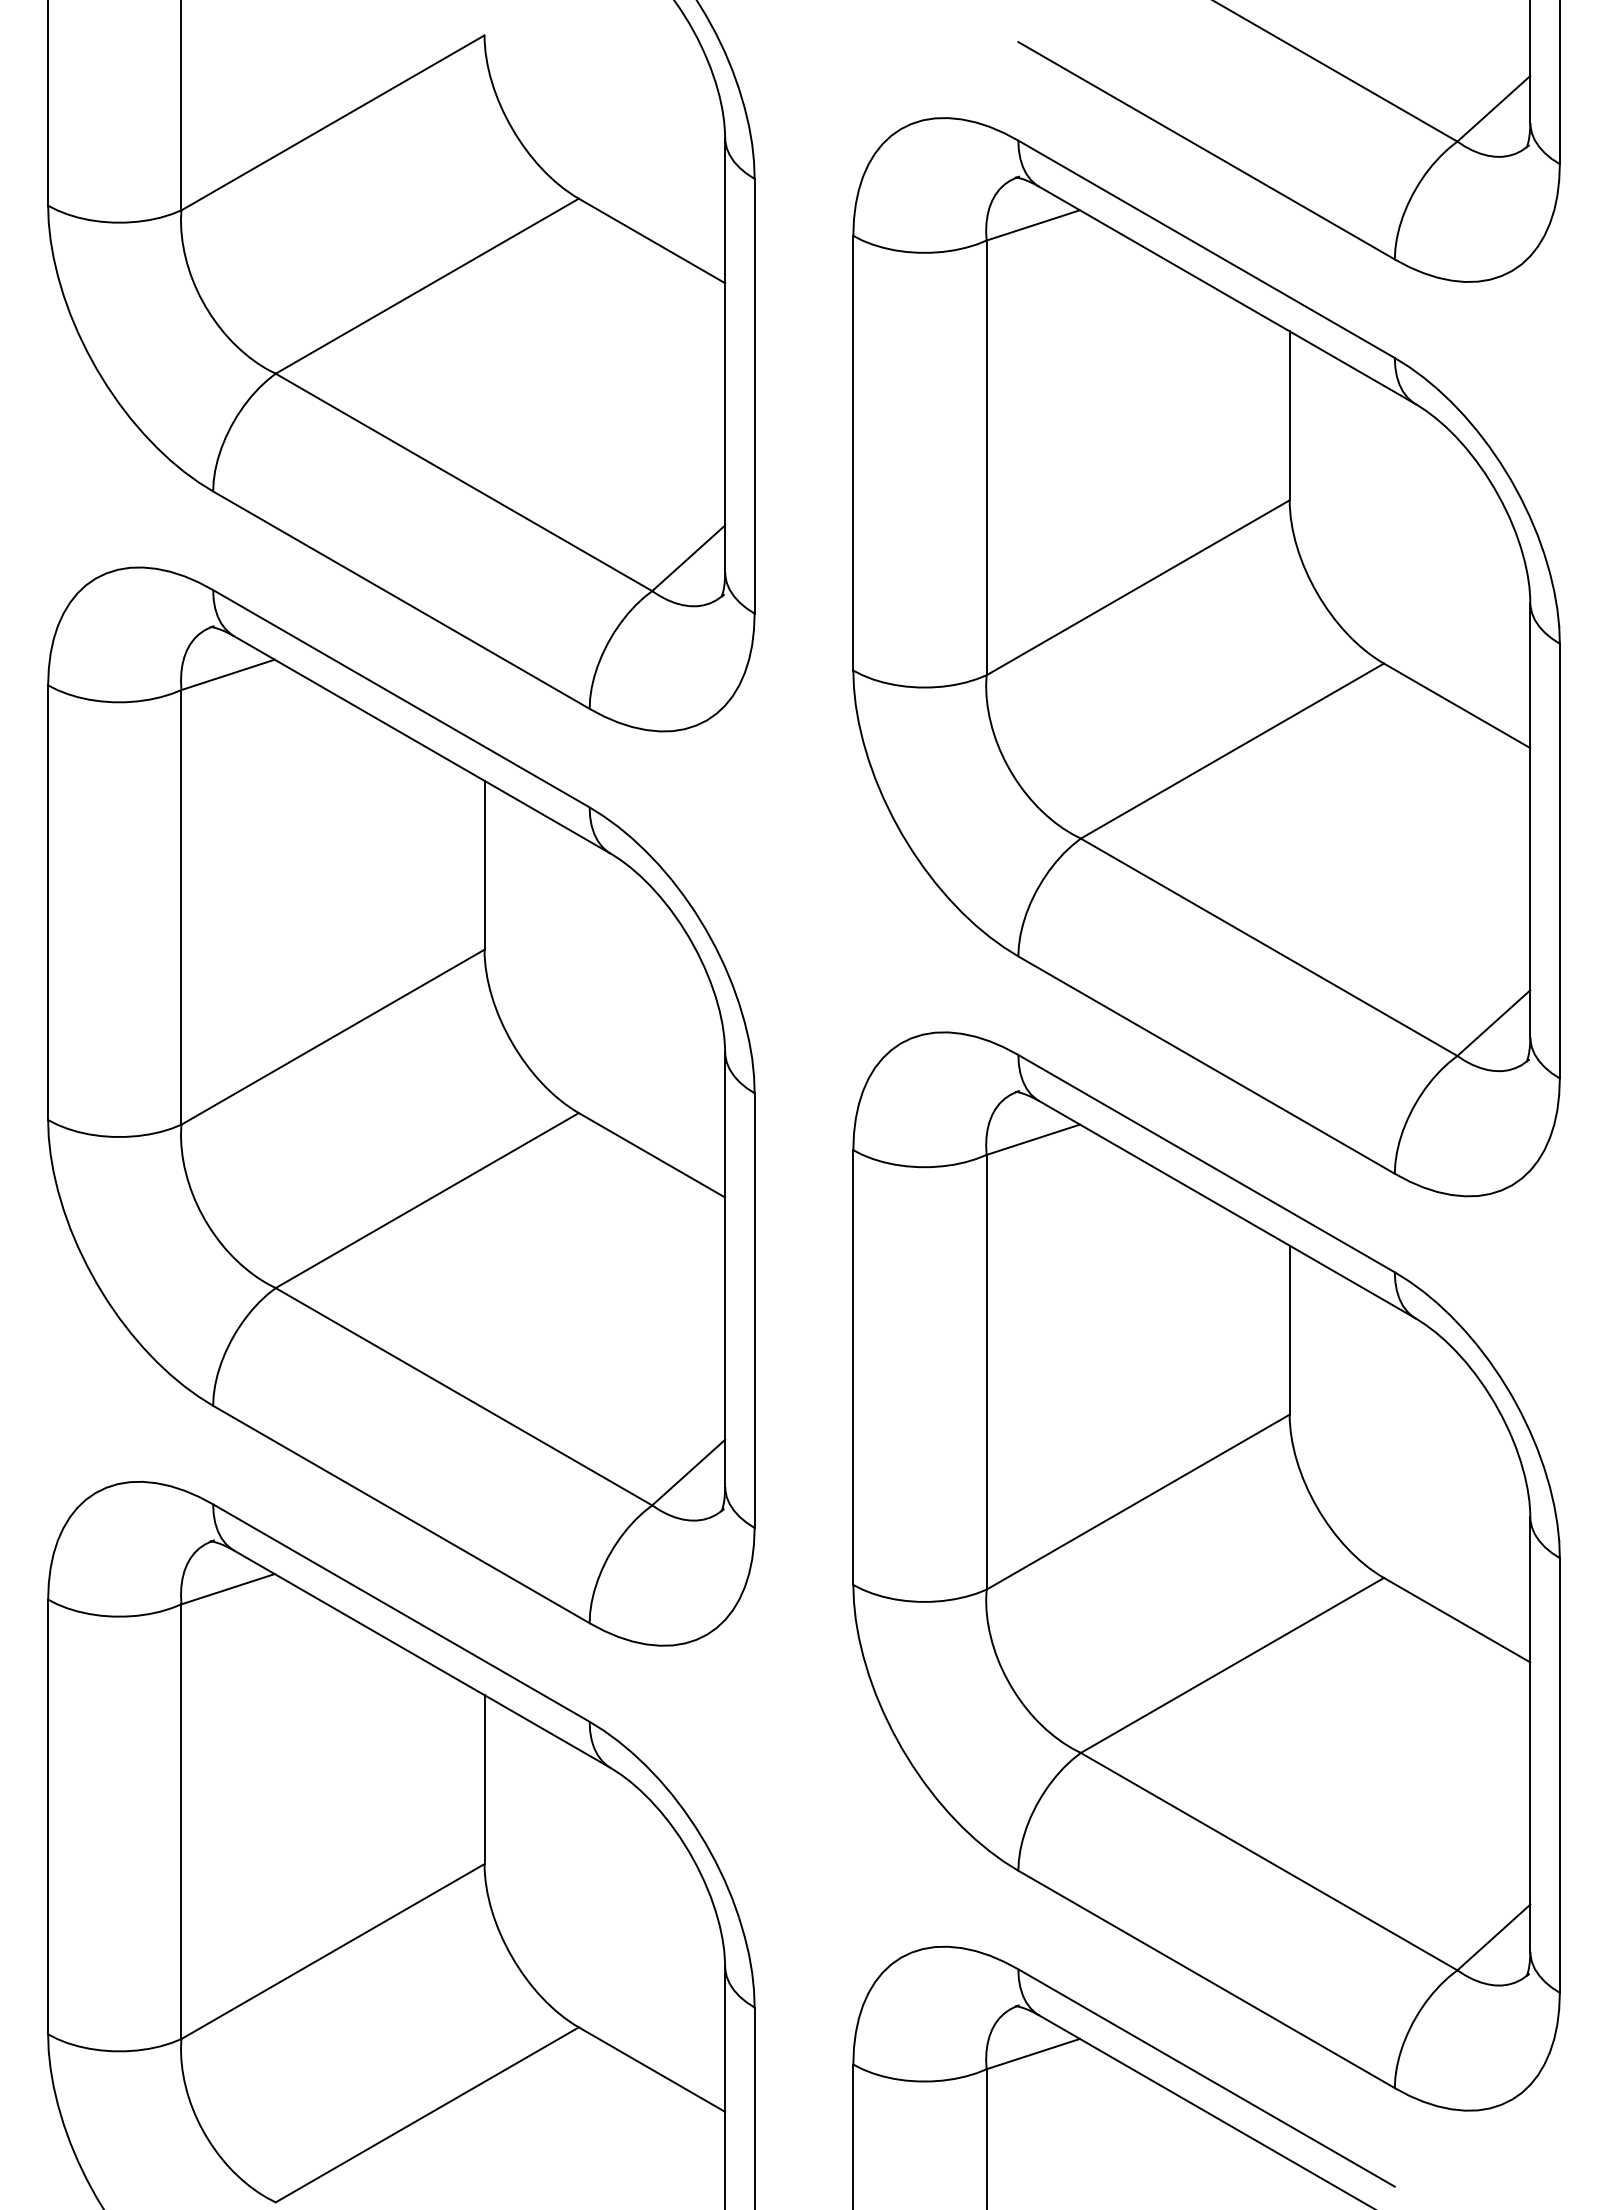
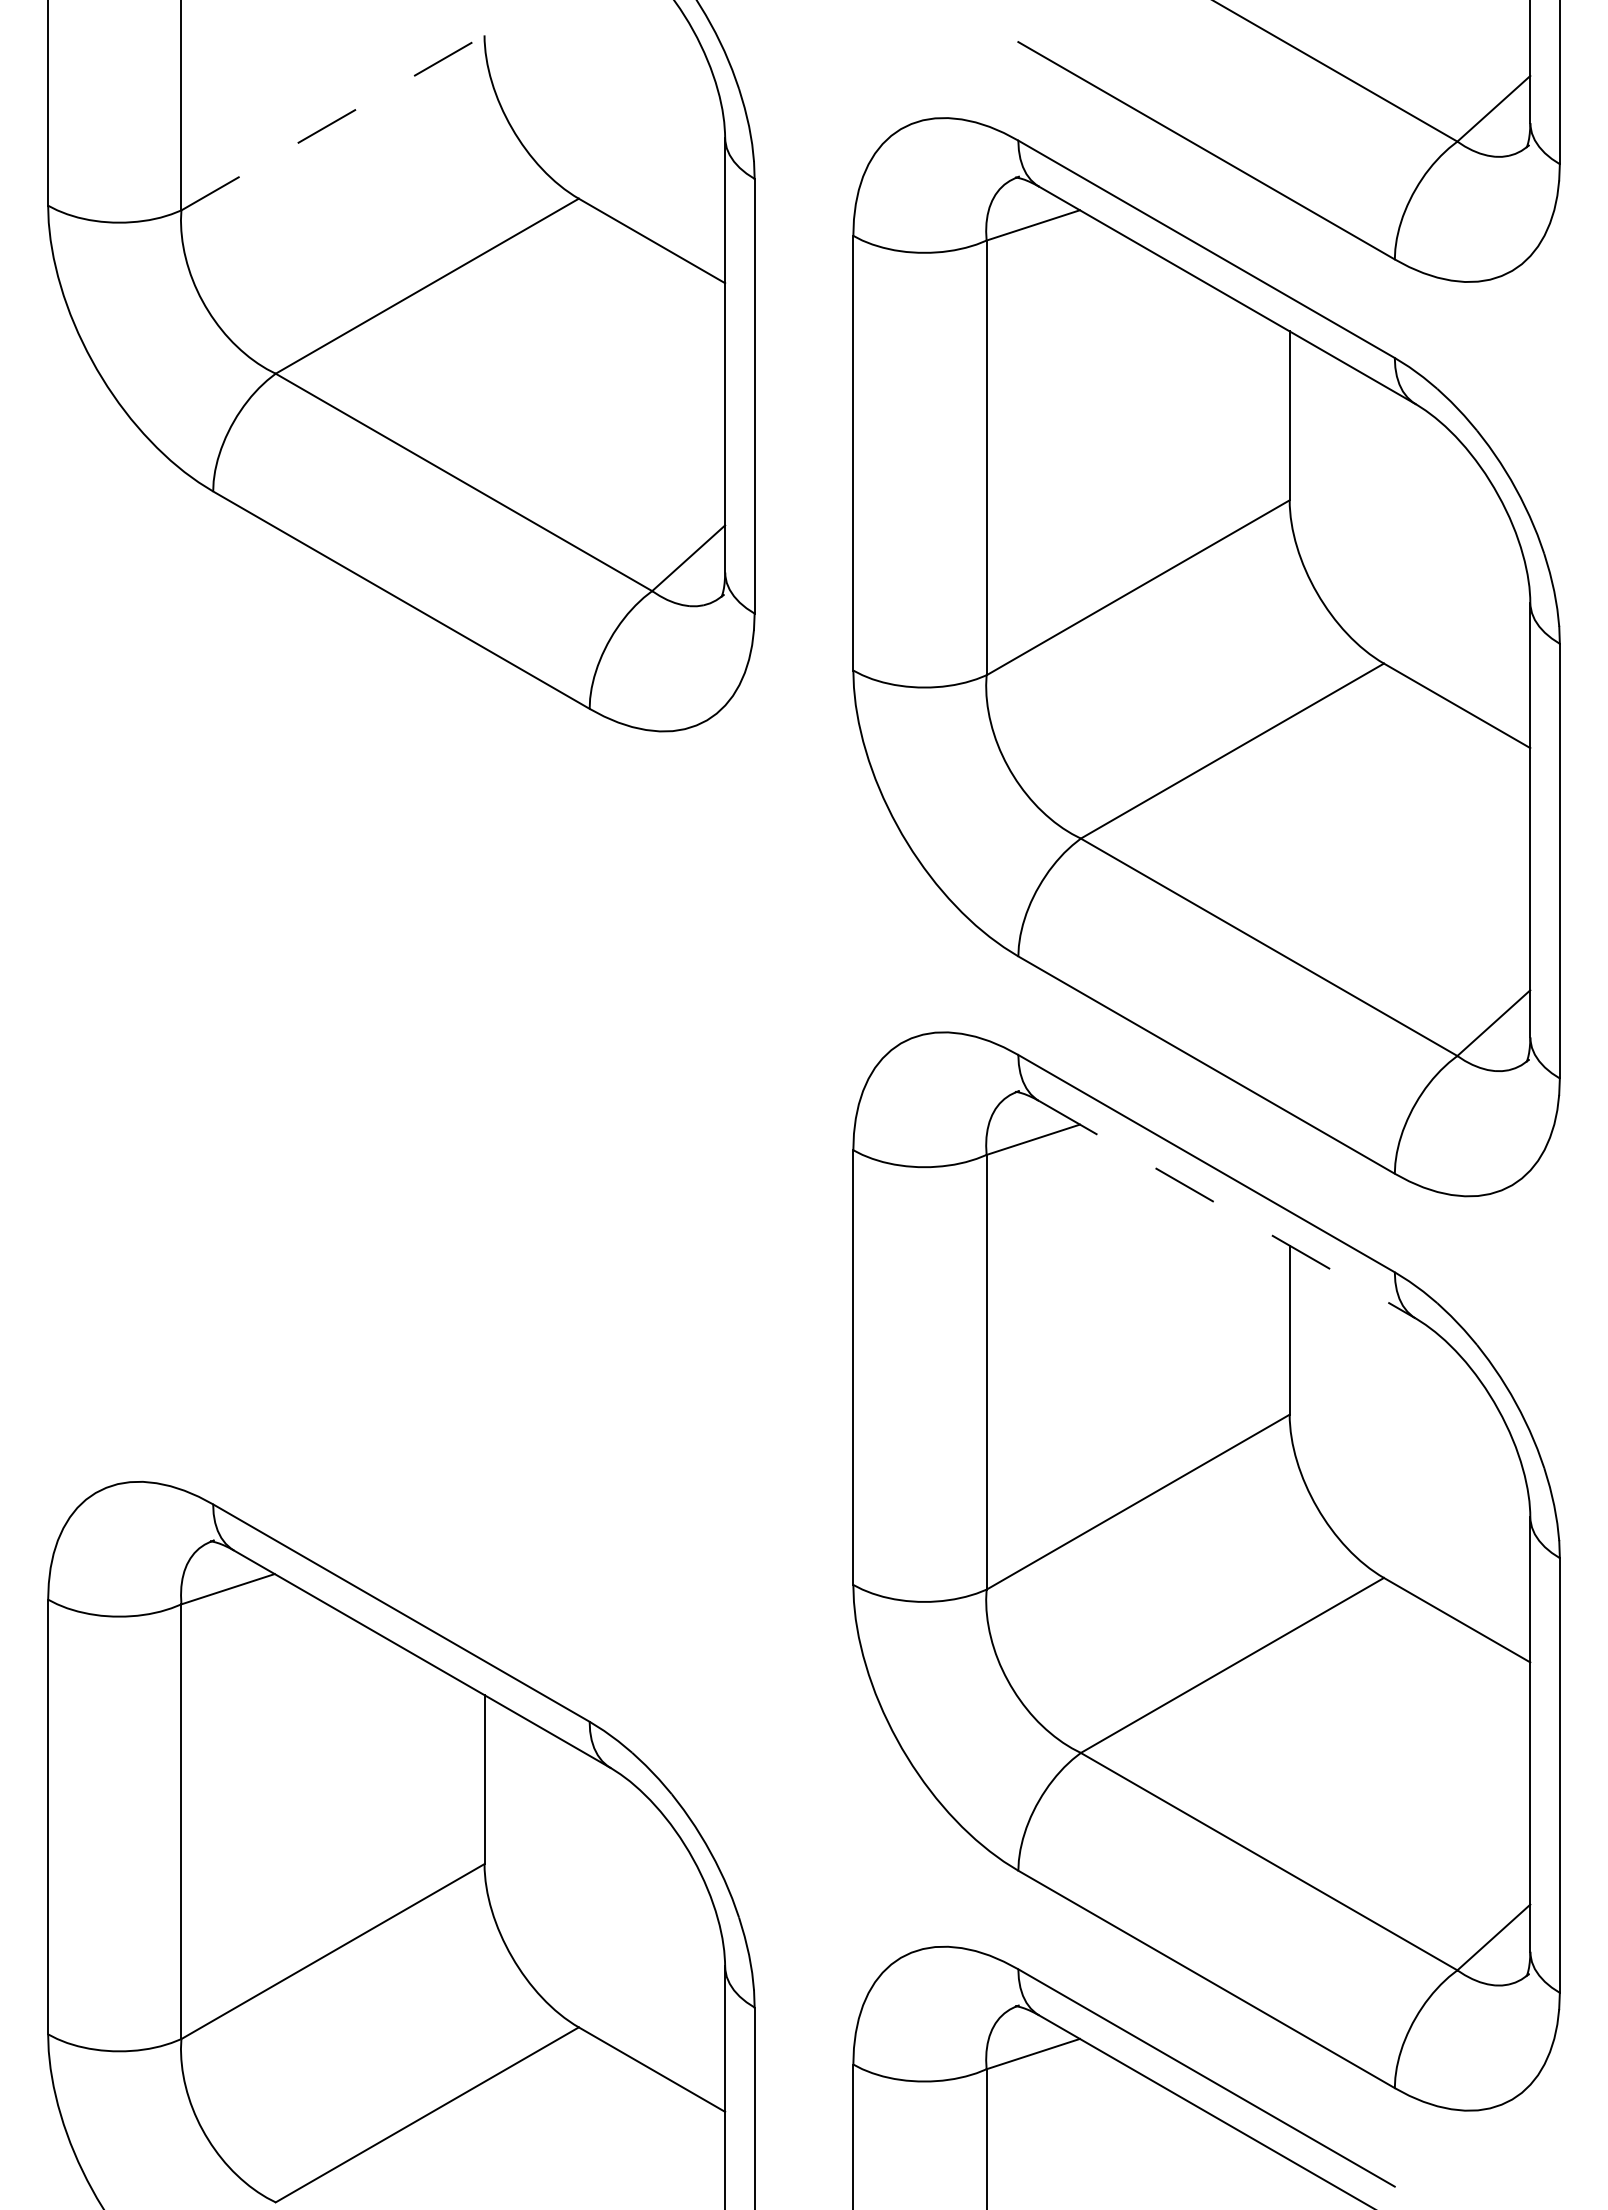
line at (333, 122): solid -> dashed
part at (401, 1106): present -> none
line at (1227, 1210): solid -> dashed
